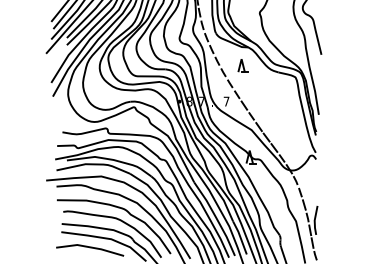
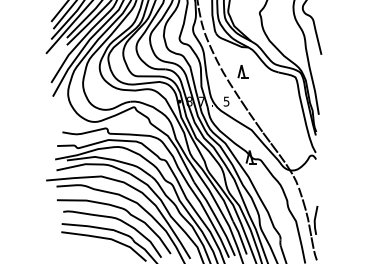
part at (242, 65) position: (242, 65) -> (242, 71)
text at (226, 101): 7 -> 5
line at (90, 248): present -> none
